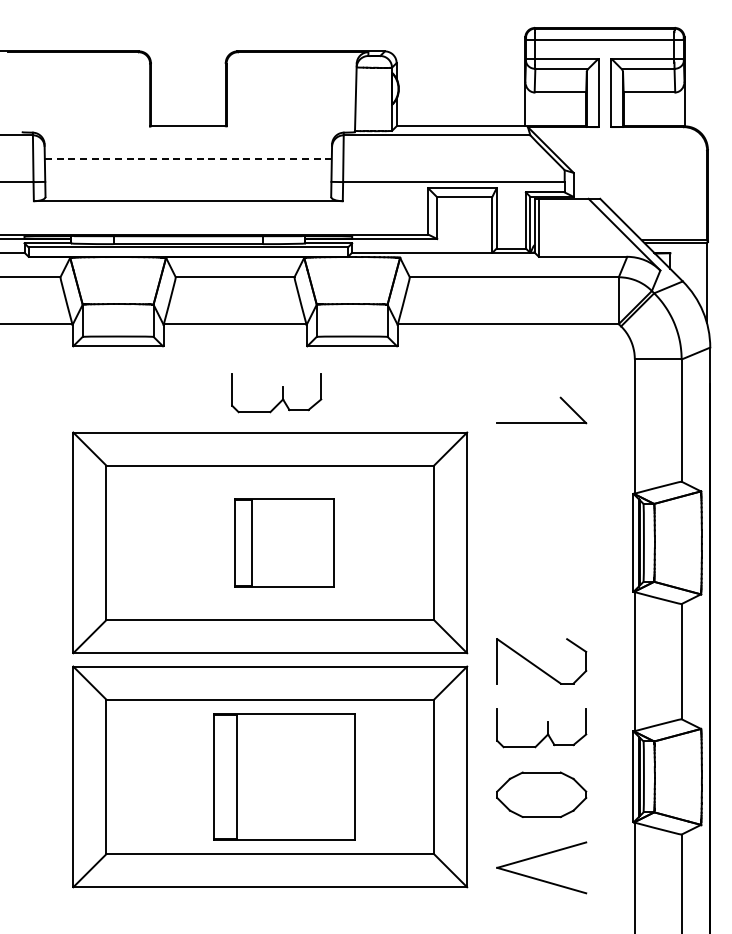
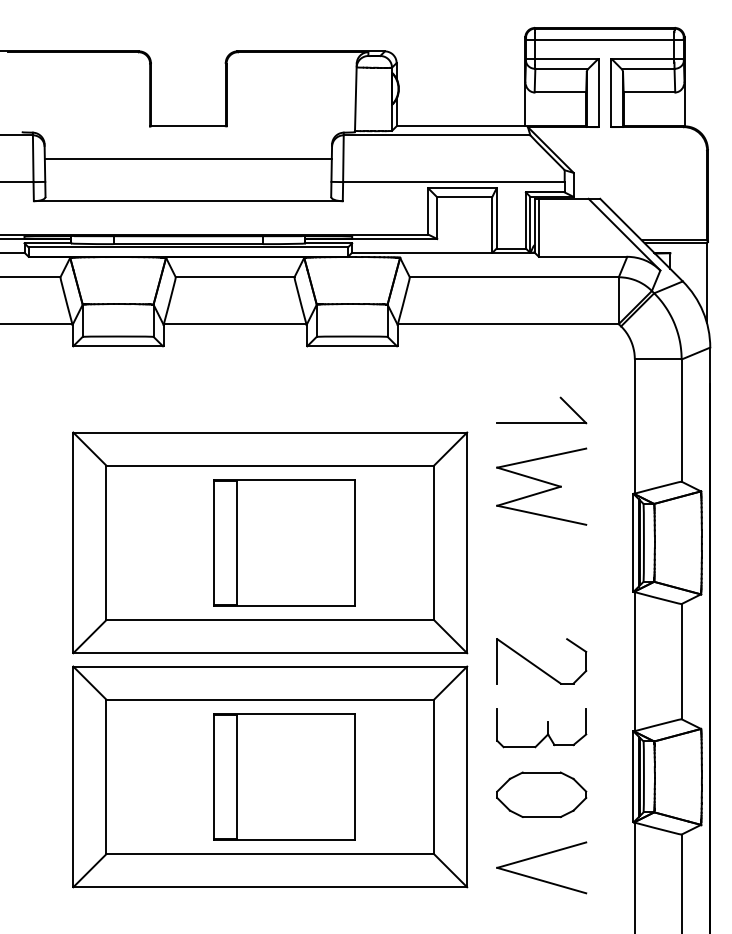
line at (188, 159): dashed -> solid
part at (276, 393): present -> none
part at (541, 486): none -> present
part at (284, 542) size: 101x90 px -> 143x128 px
